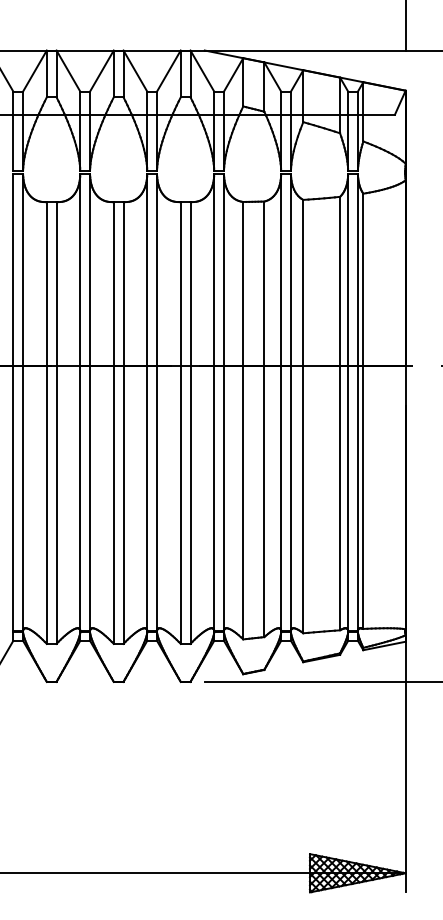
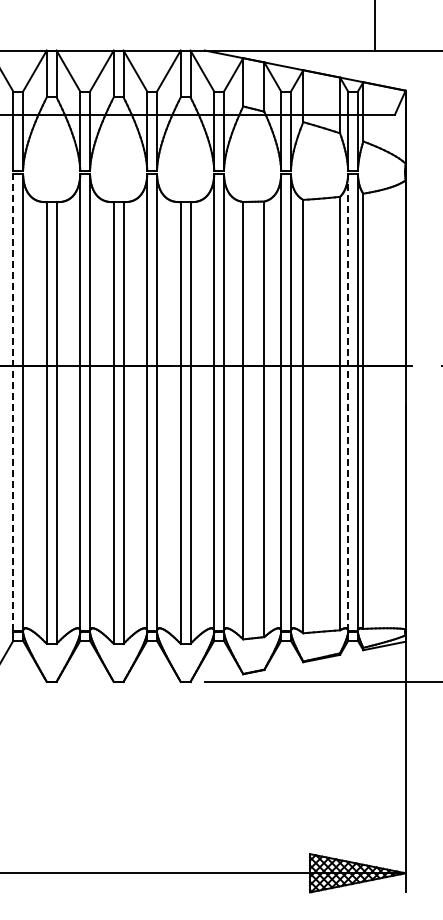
line at (405, 26) position: (405, 26) -> (374, 26)
line at (13, 402): solid -> dashed
line at (348, 402): solid -> dashed
